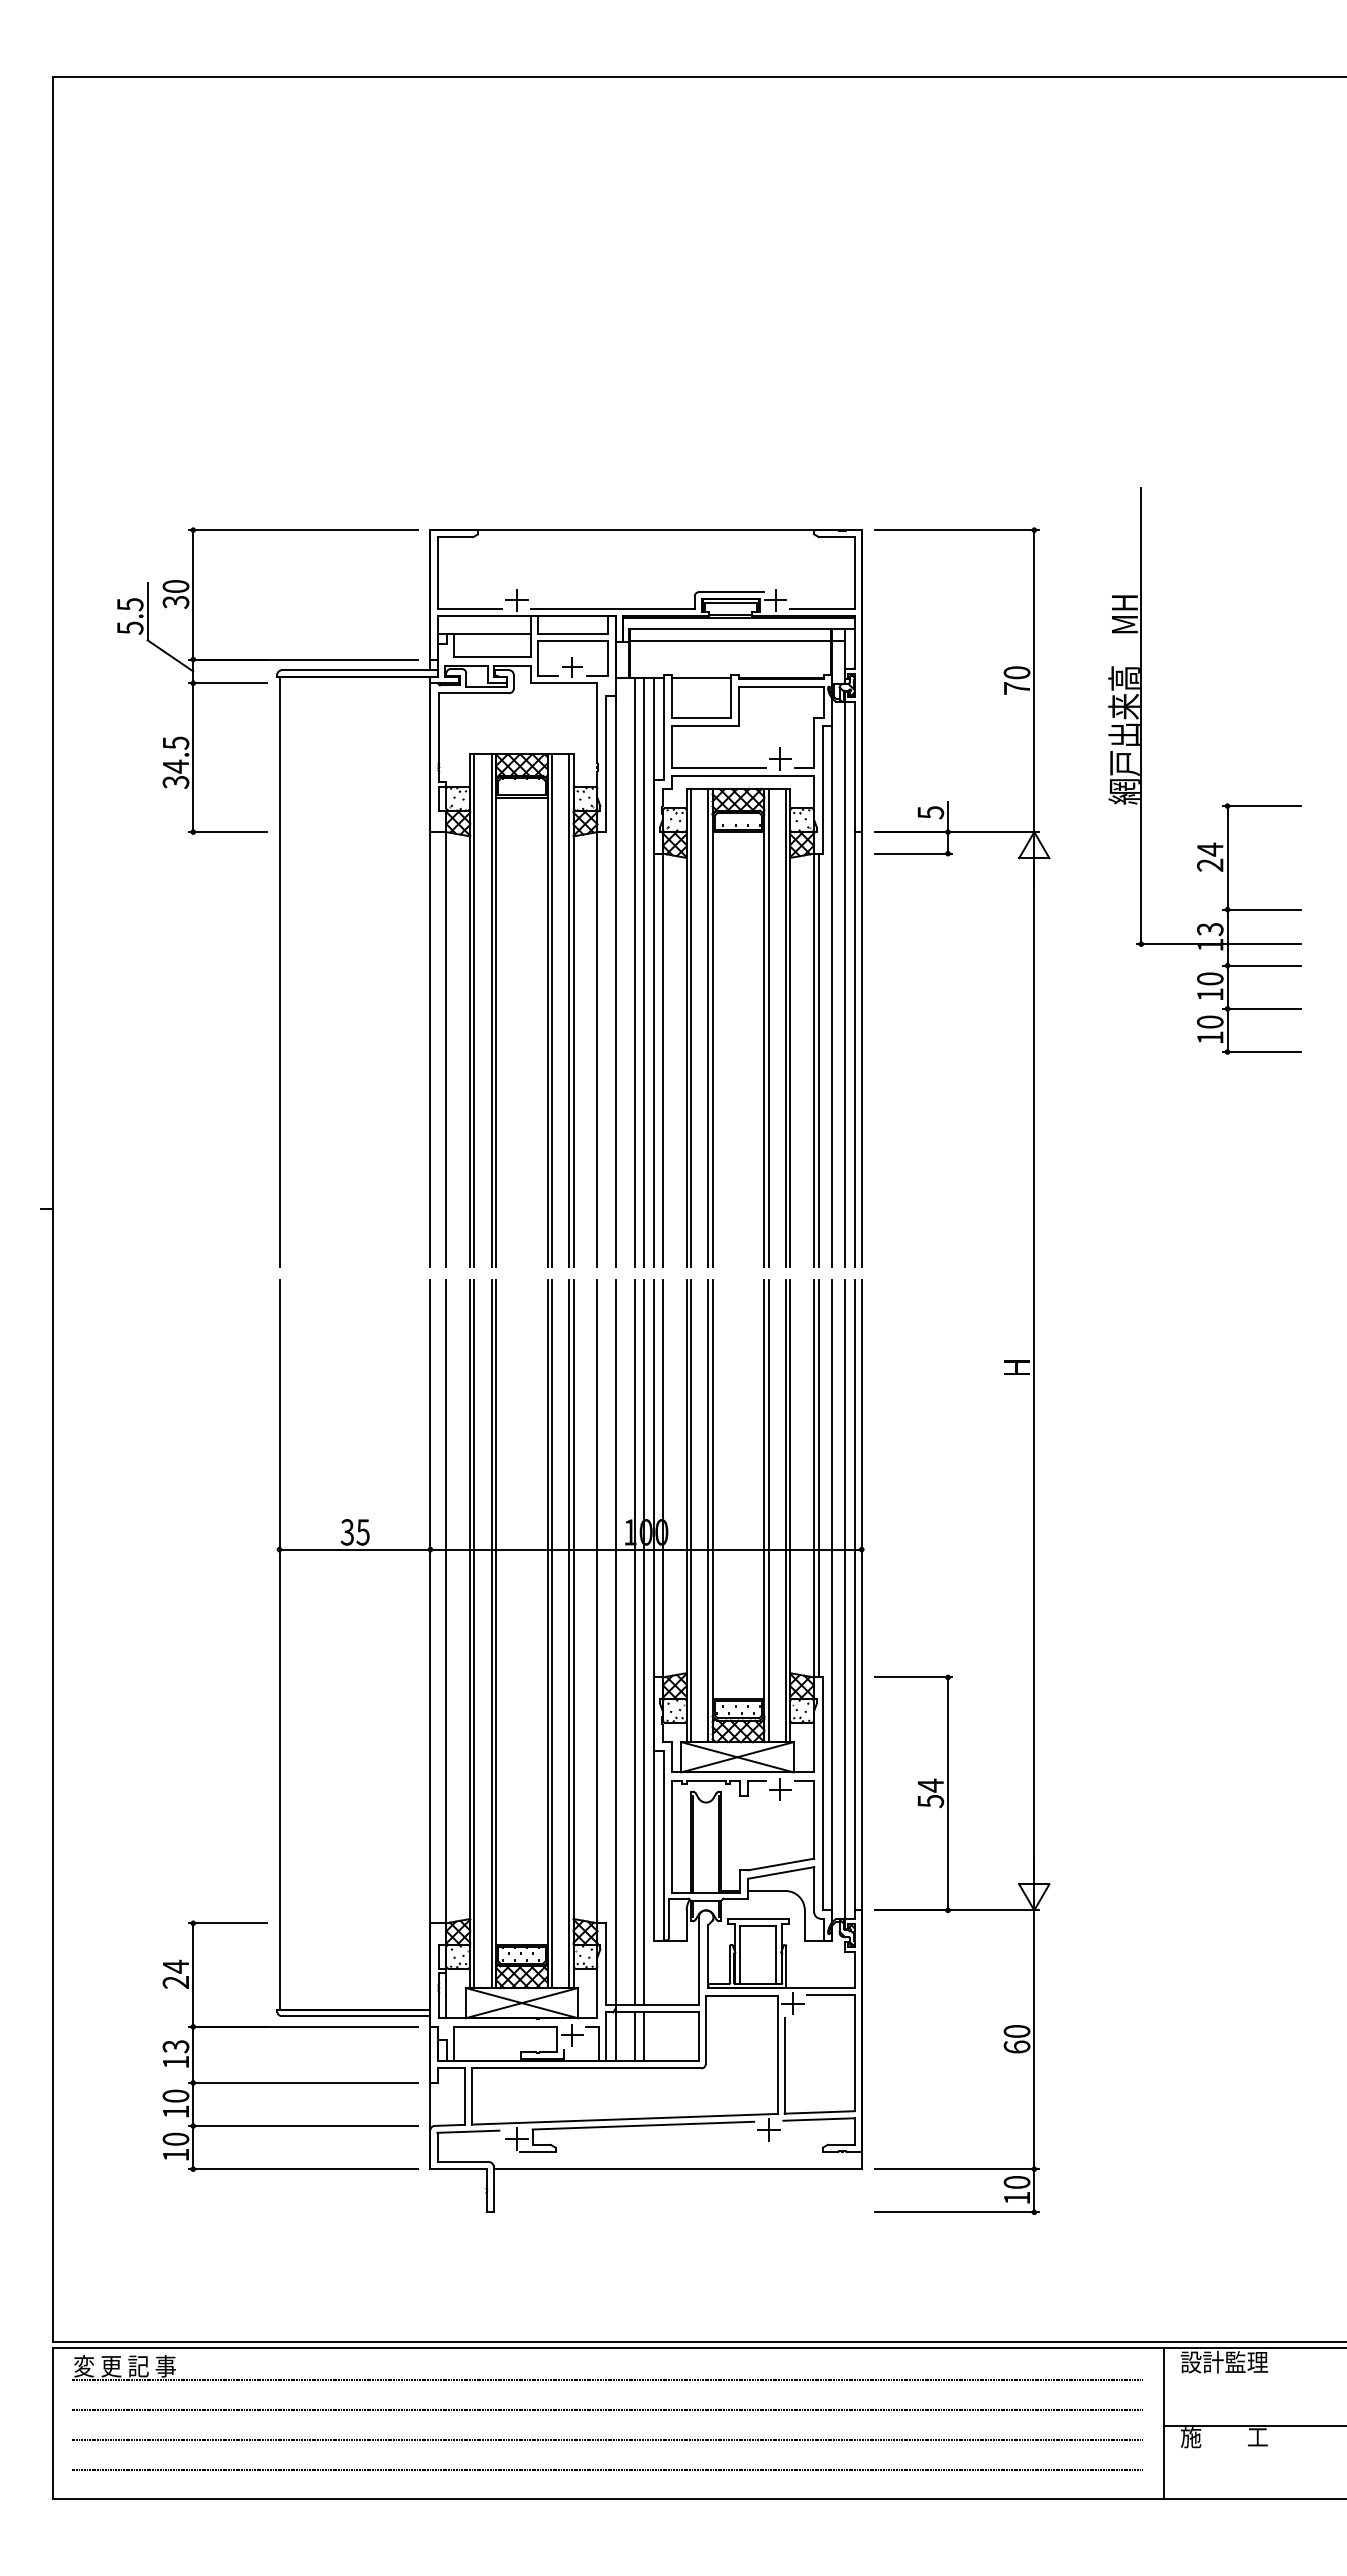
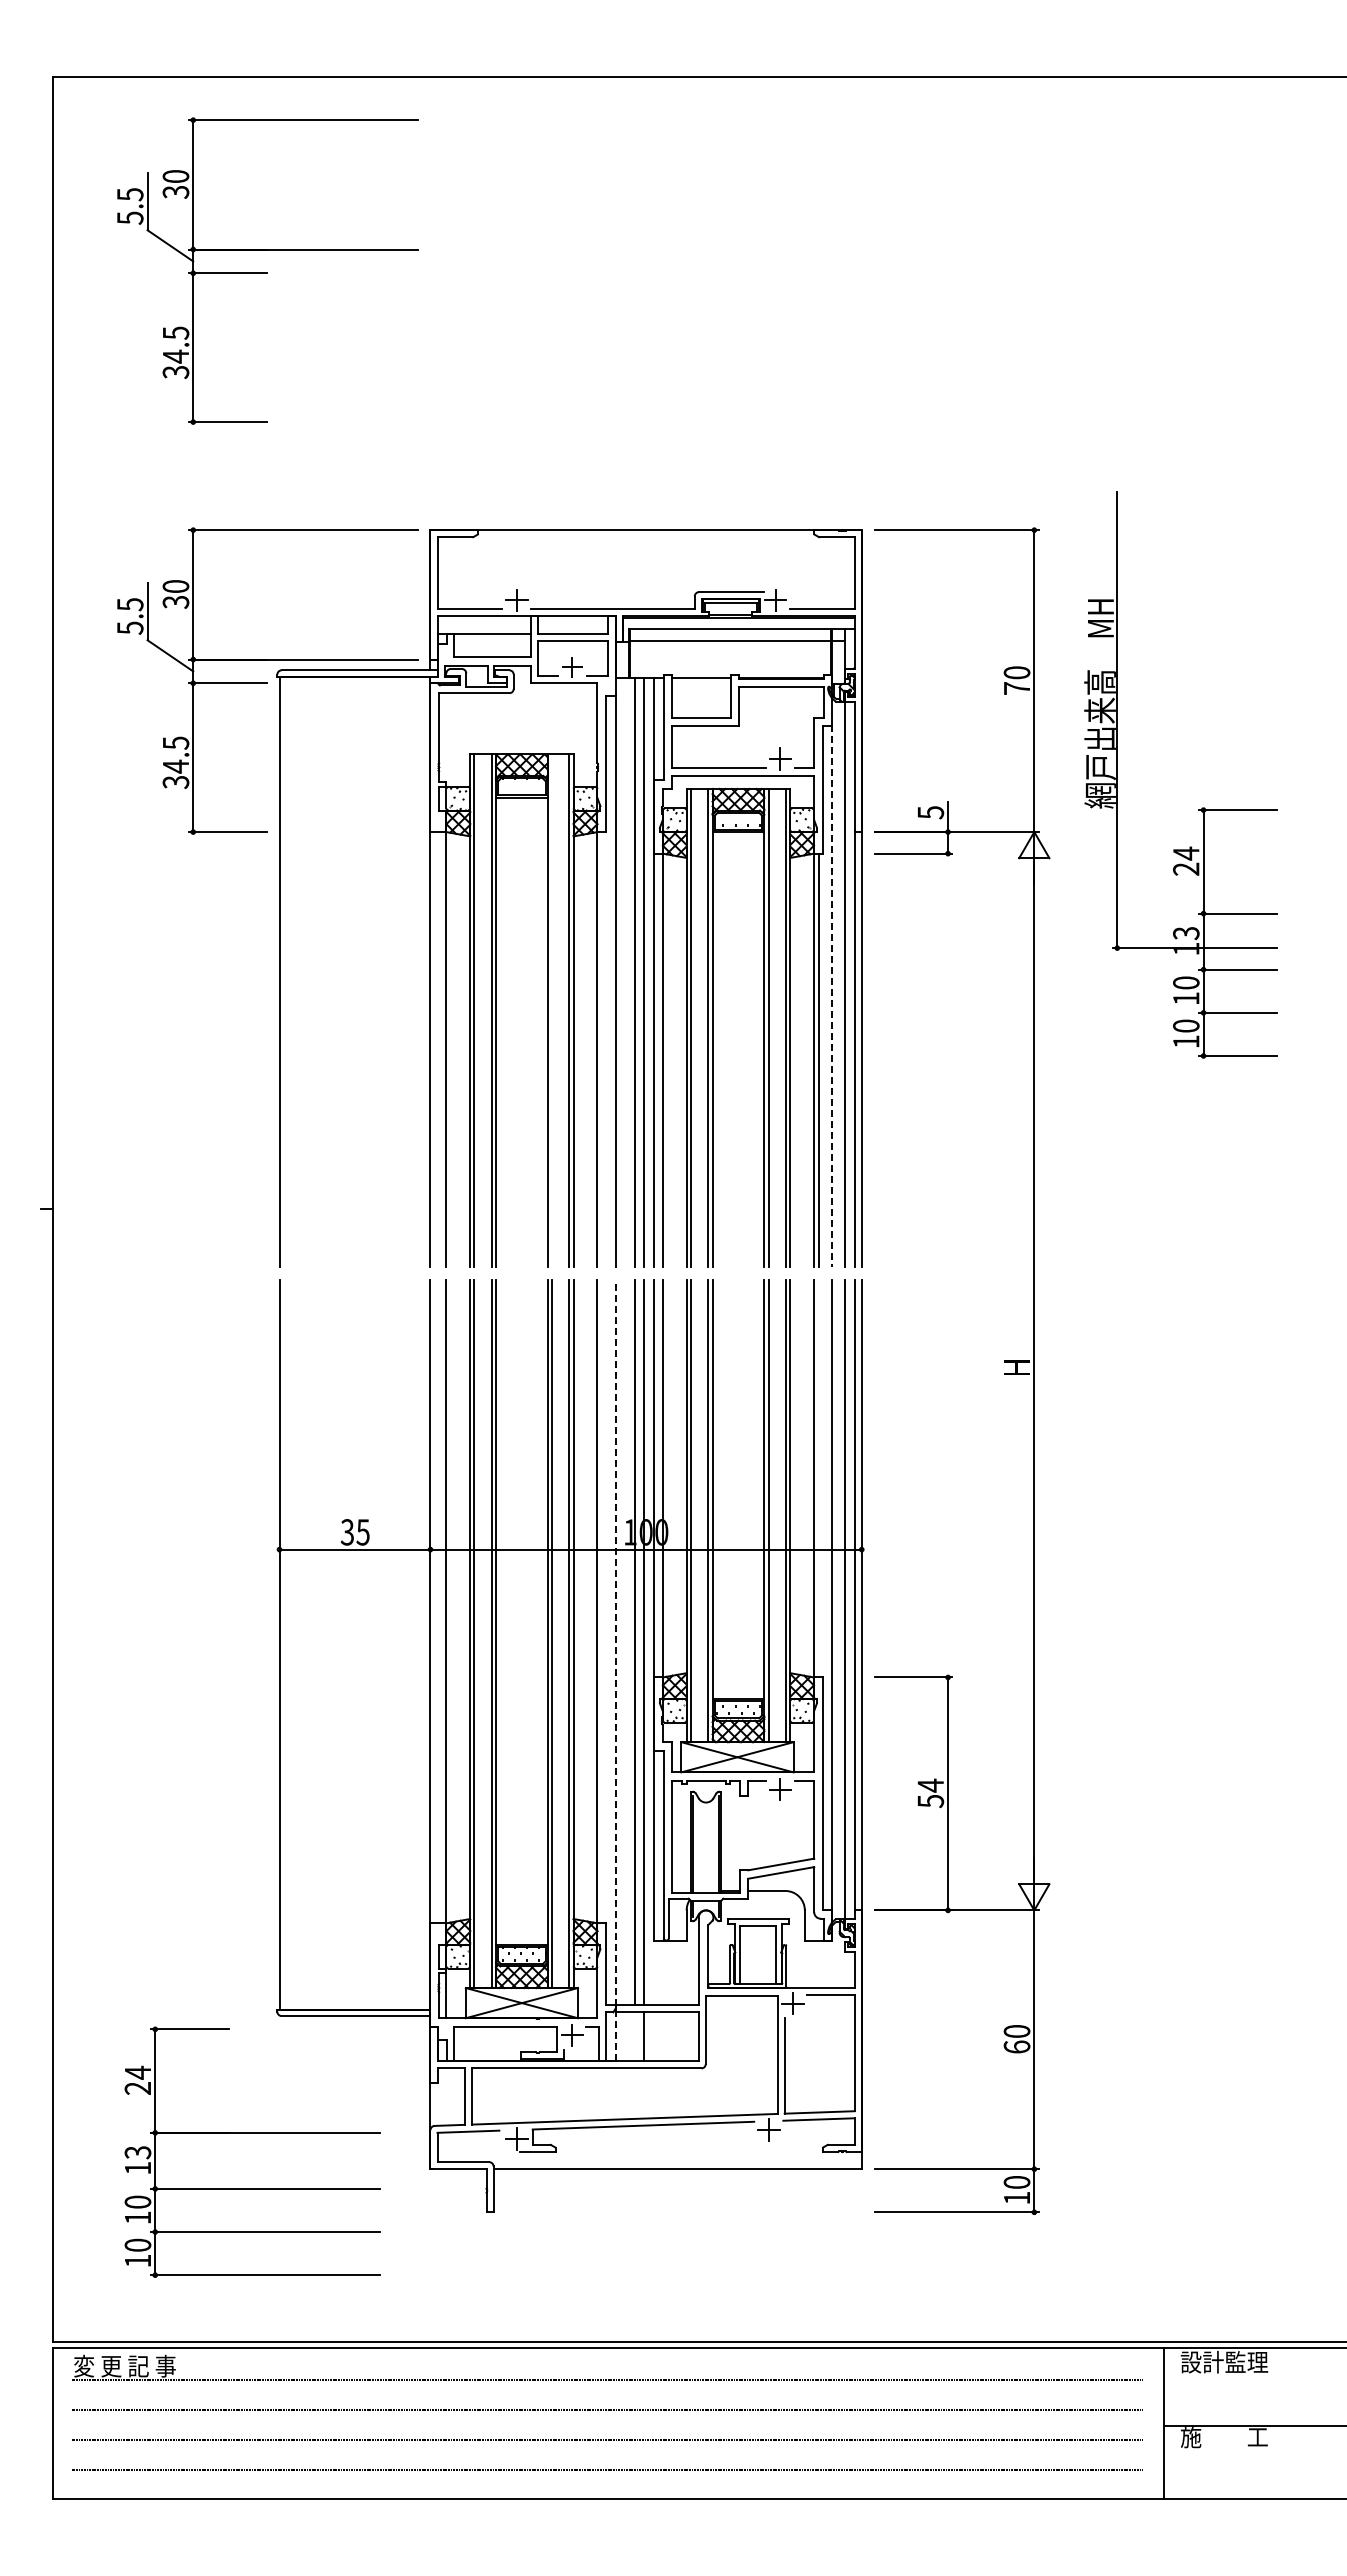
part at (267, 270): none -> present
part at (1222, 805) position: (1222, 805) -> (1198, 809)
line at (832, 996): solid -> dashed
line at (552, 1010): present -> none
line at (818, 1478): present -> none
line at (615, 1670): solid -> dashed
part at (290, 2027) position: (290, 2027) -> (252, 2133)
line at (635, 2036): present -> none
